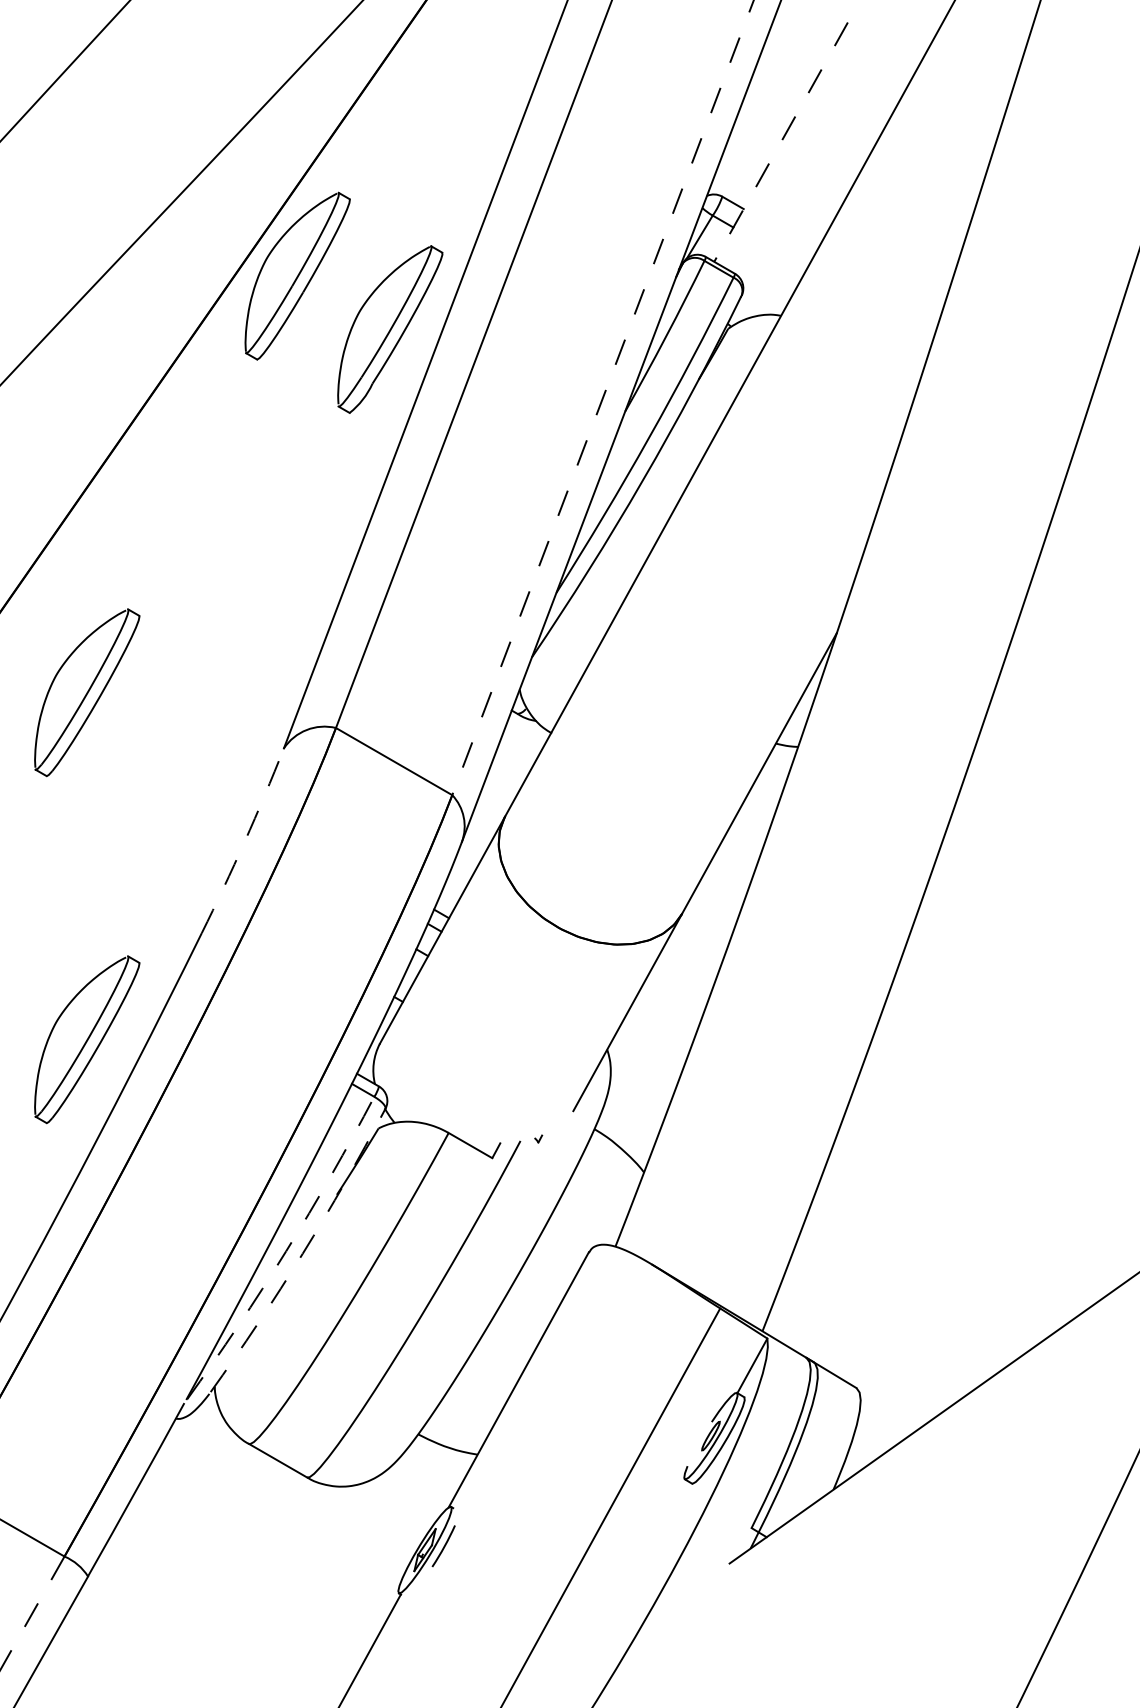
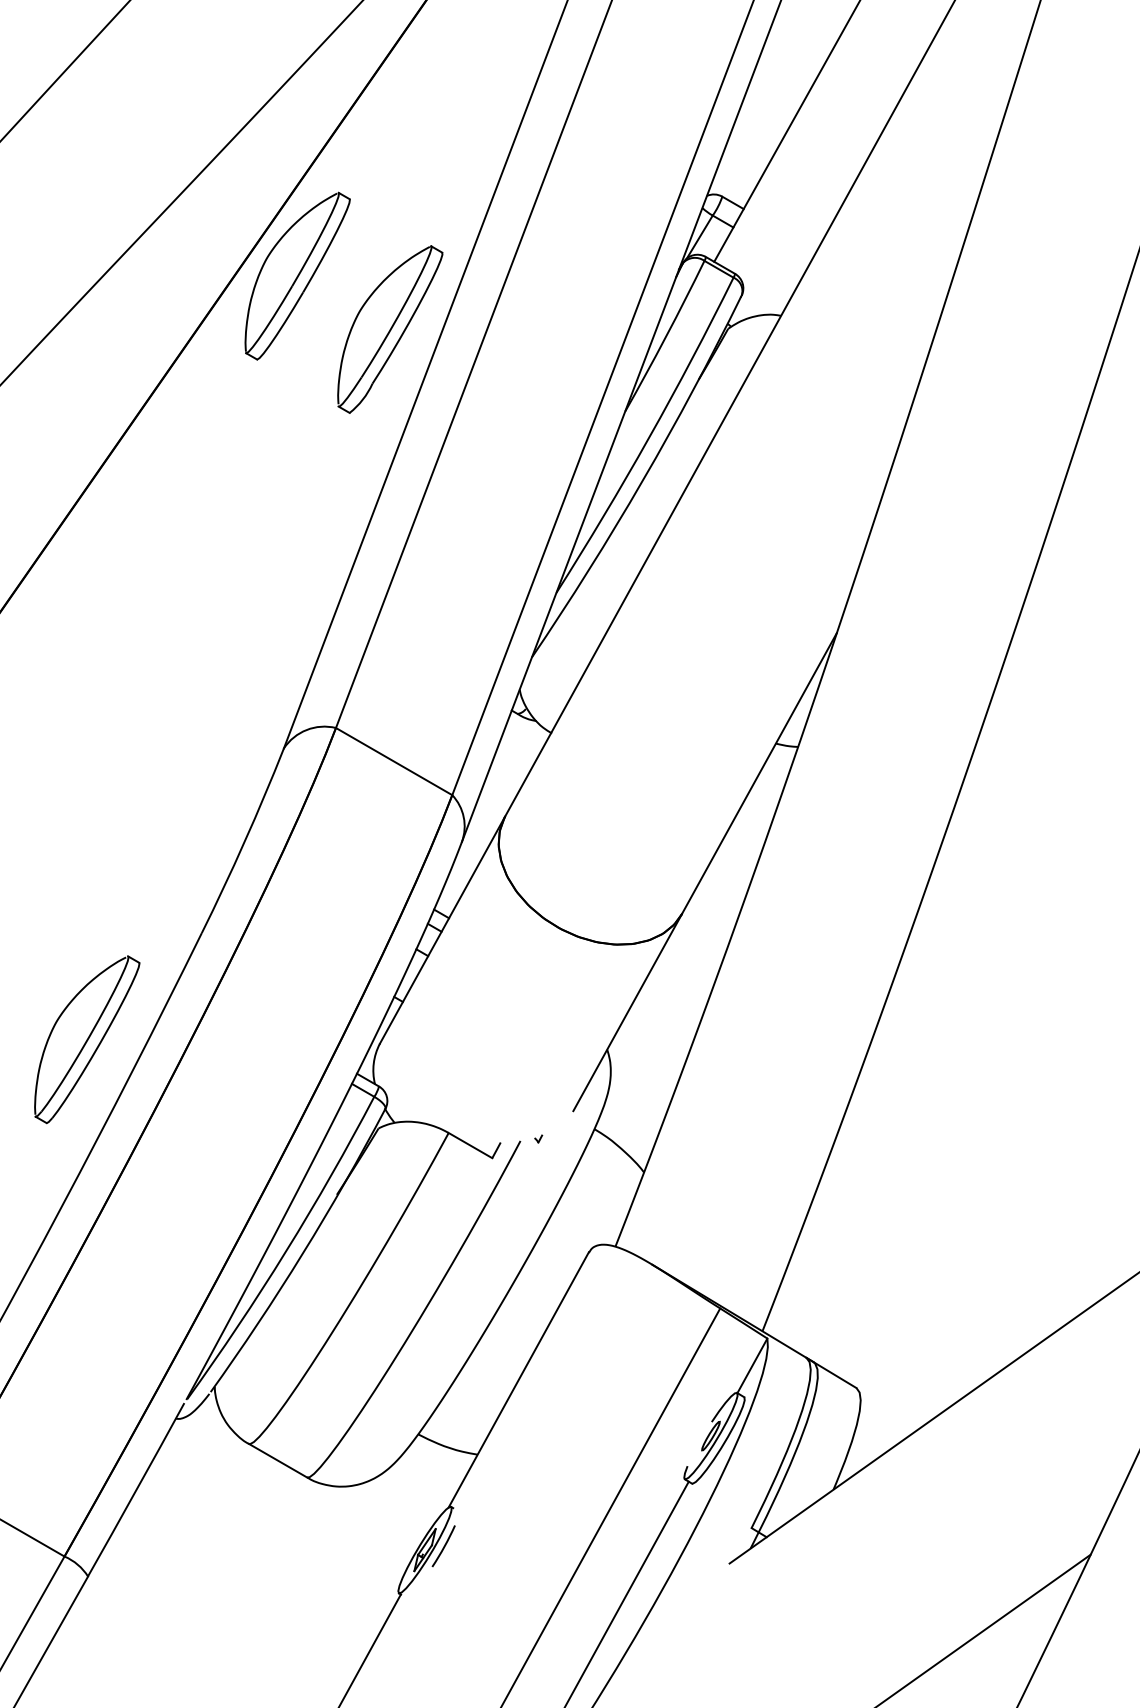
line at (786, 131): dashed -> solid
line at (602, 397): dashed -> solid
part at (87, 692): present -> none
arc at (244, 841): dashed -> solid
arc at (286, 1251): dashed -> solid
arc at (302, 1253): dashed -> solid
line at (627, 1592): none -> present
line at (32, 1613): dashed -> solid
line at (984, 1629): none -> present
